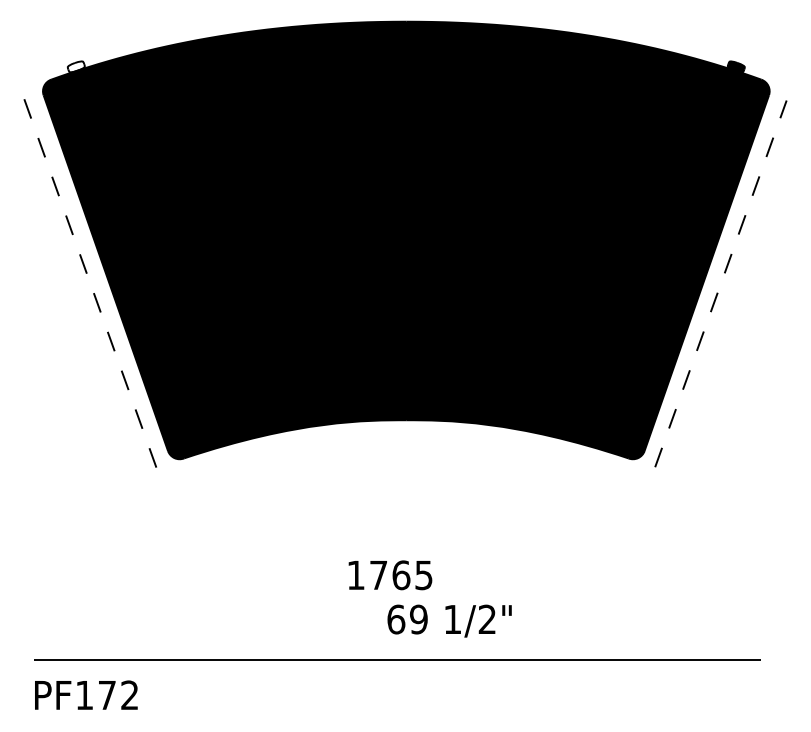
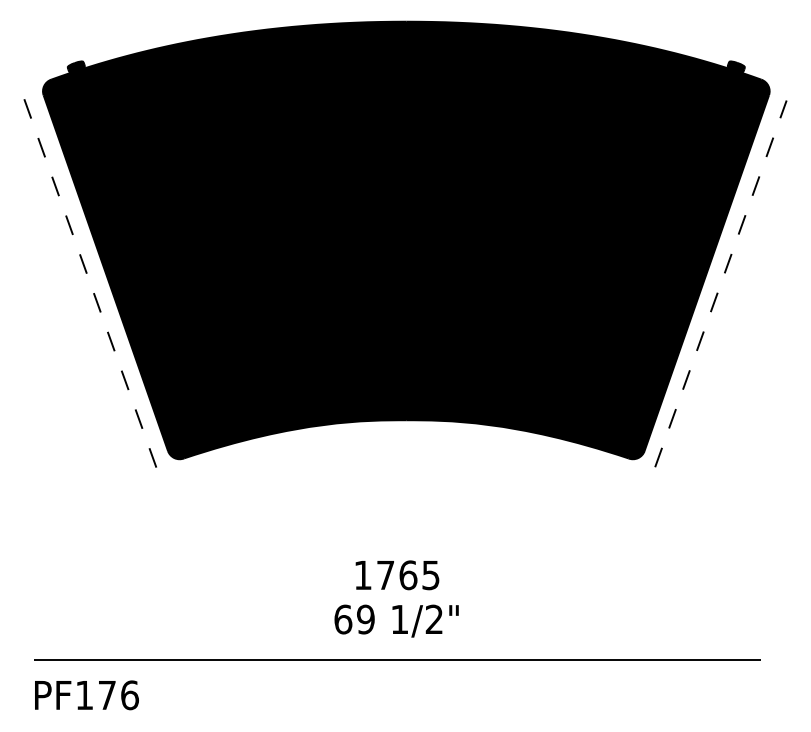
fill at (75, 66): none -> present
text at (390, 575) position: (390, 575) -> (397, 575)
text at (449, 620) position: (449, 620) -> (396, 620)
text at (129, 695): PF172 -> PF176
